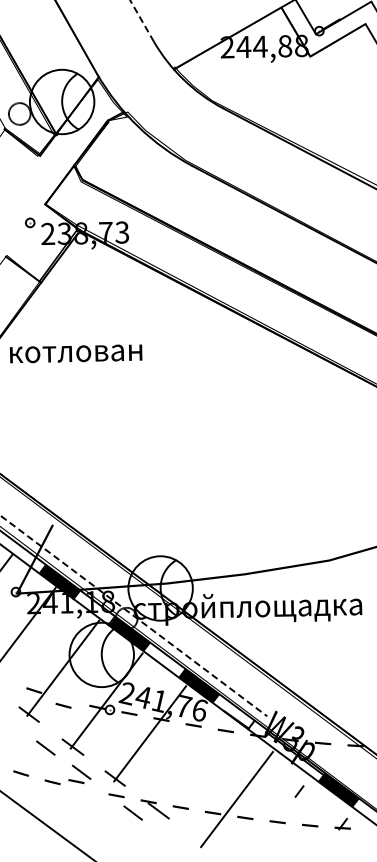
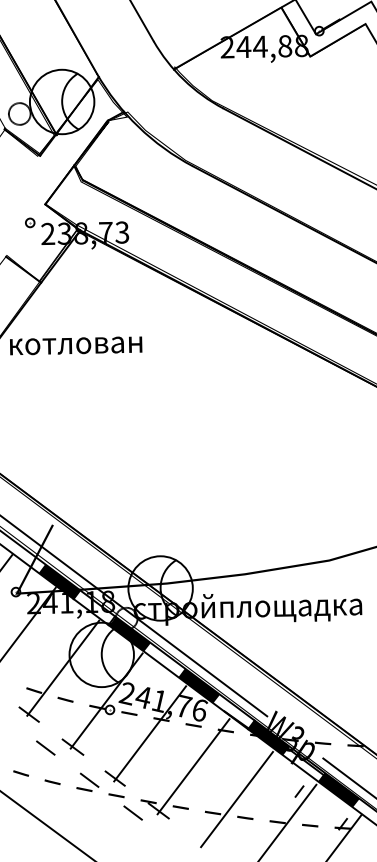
line at (142, 21): dashed -> solid
text at (76, 353) position: (76, 353) -> (76, 345)
line at (133, 616): dashed -> solid
line at (63, 705) position: (63, 705) -> (65, 699)
fill at (268, 737): none -> present
line at (193, 766): none -> present
part at (79, 773) position: (79, 773) -> (87, 781)
line at (348, 777): none -> present
line at (288, 821): none -> present
line at (344, 836): none -> present
